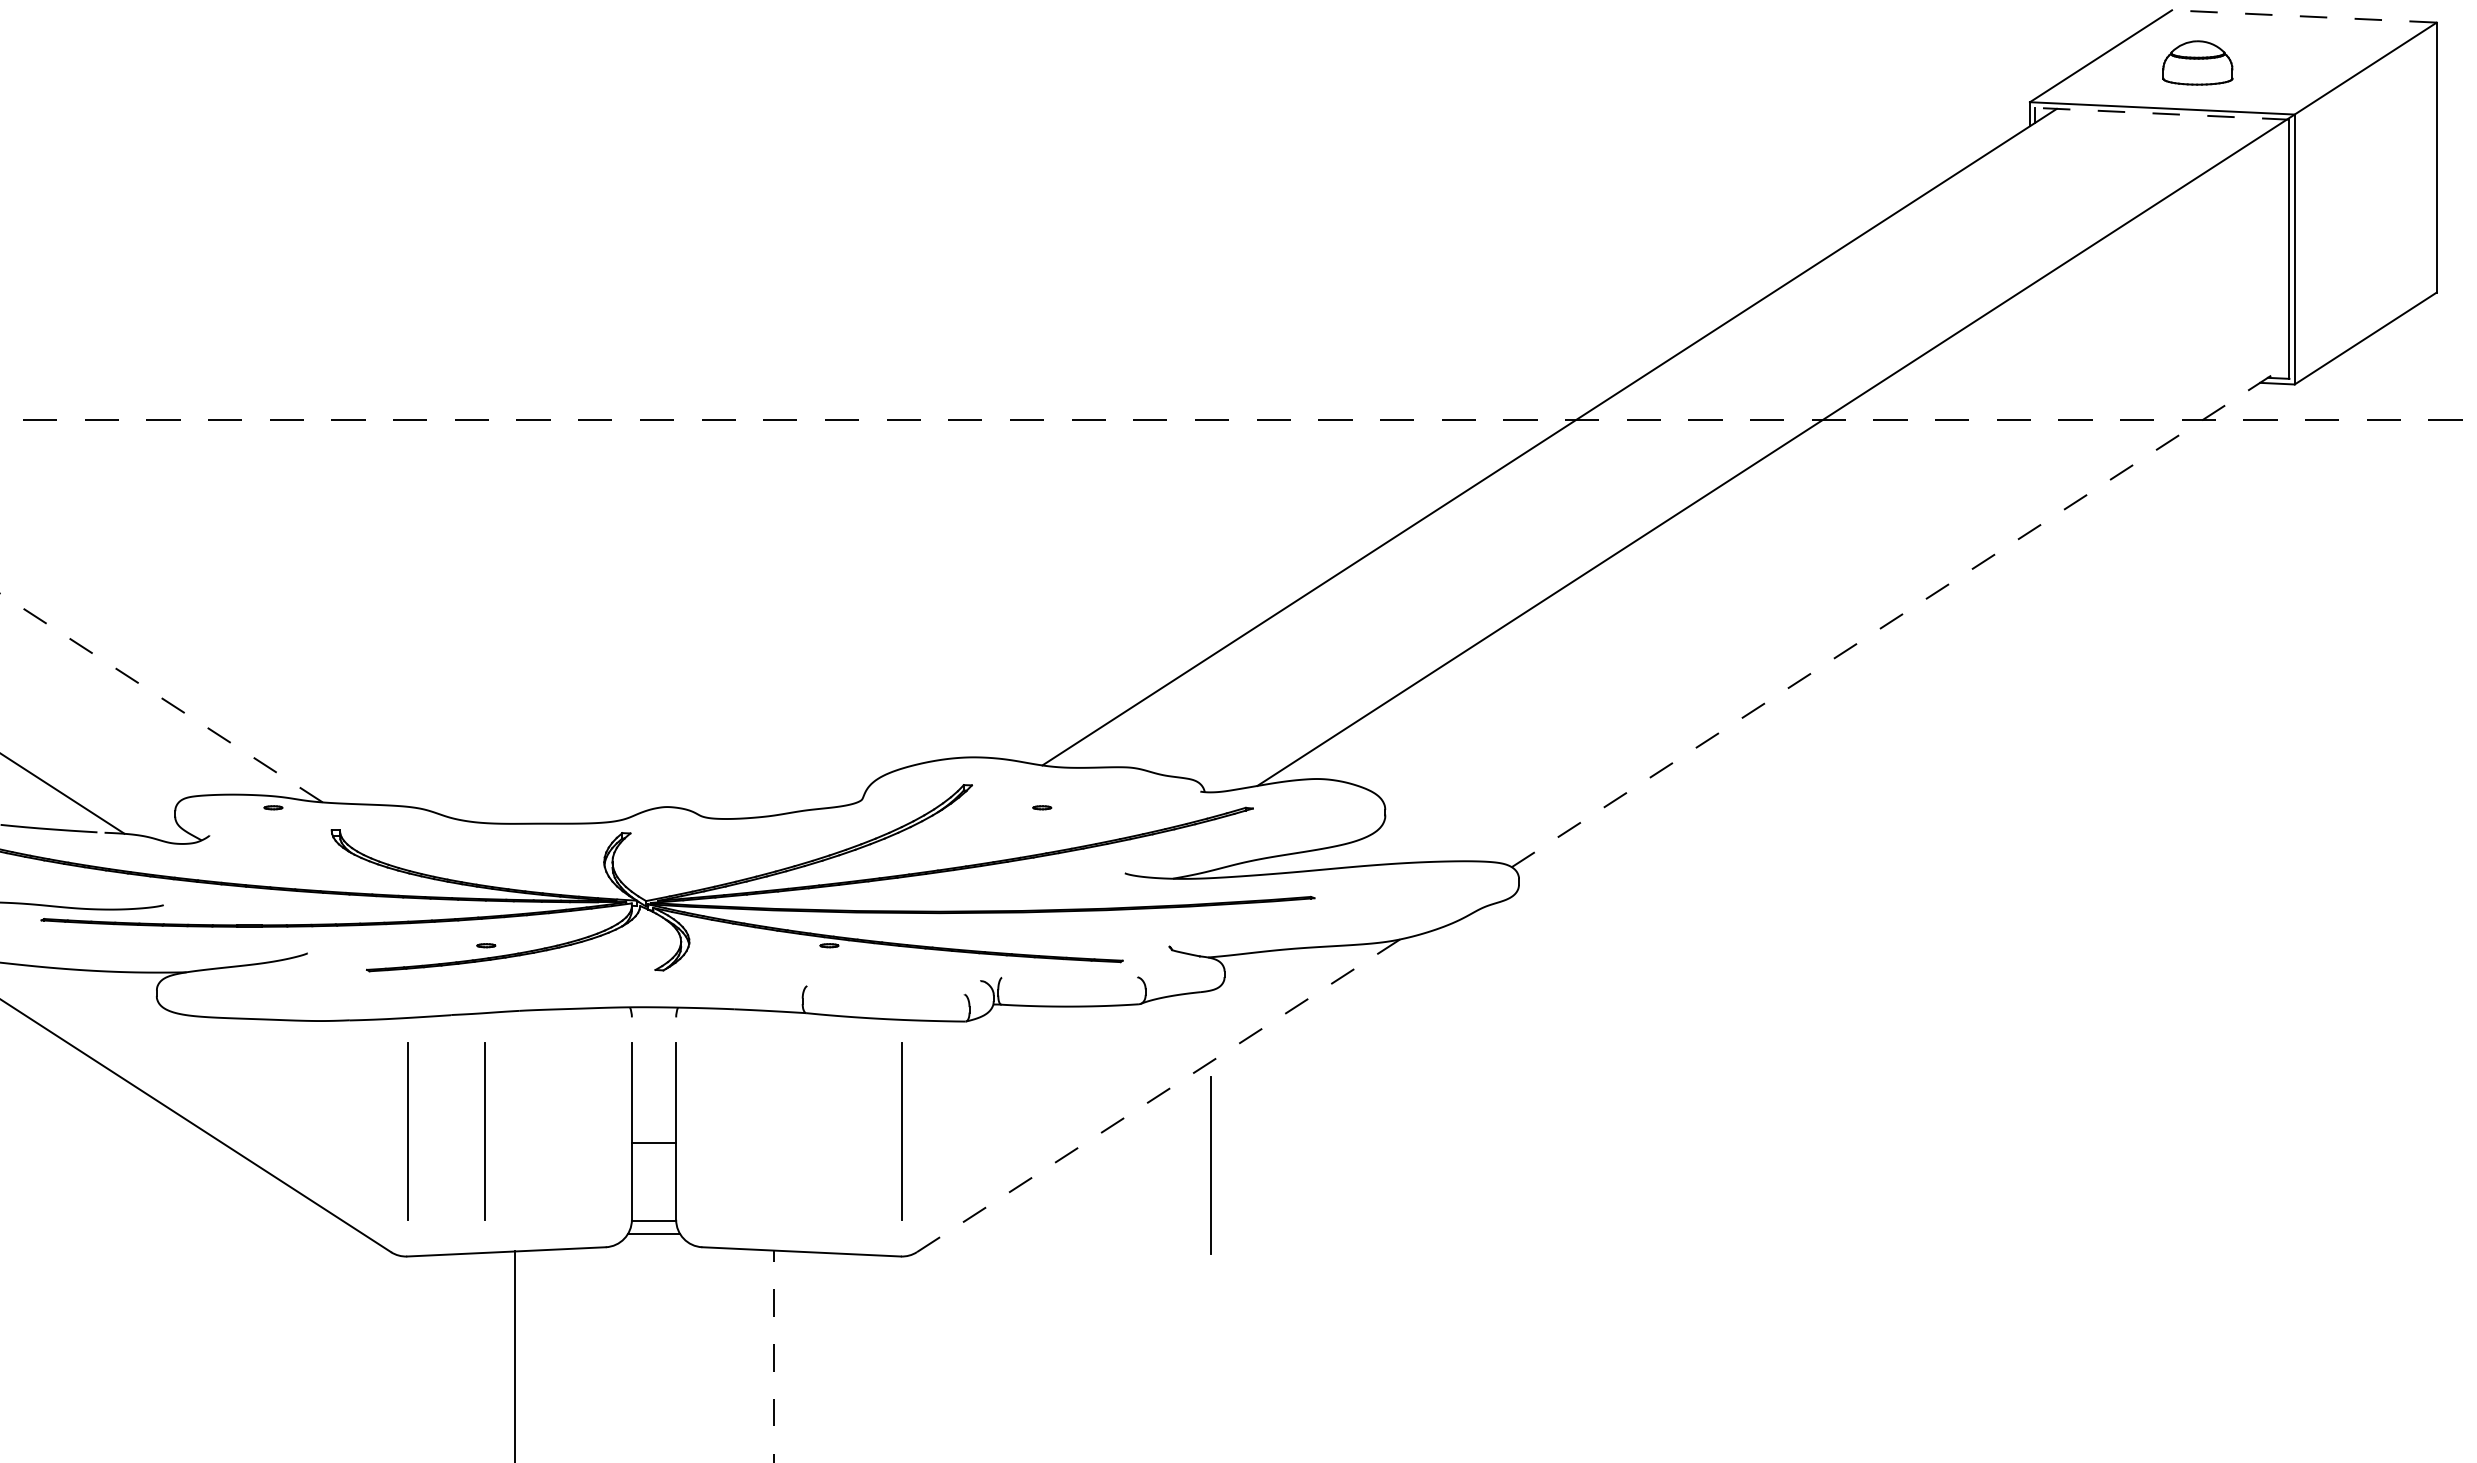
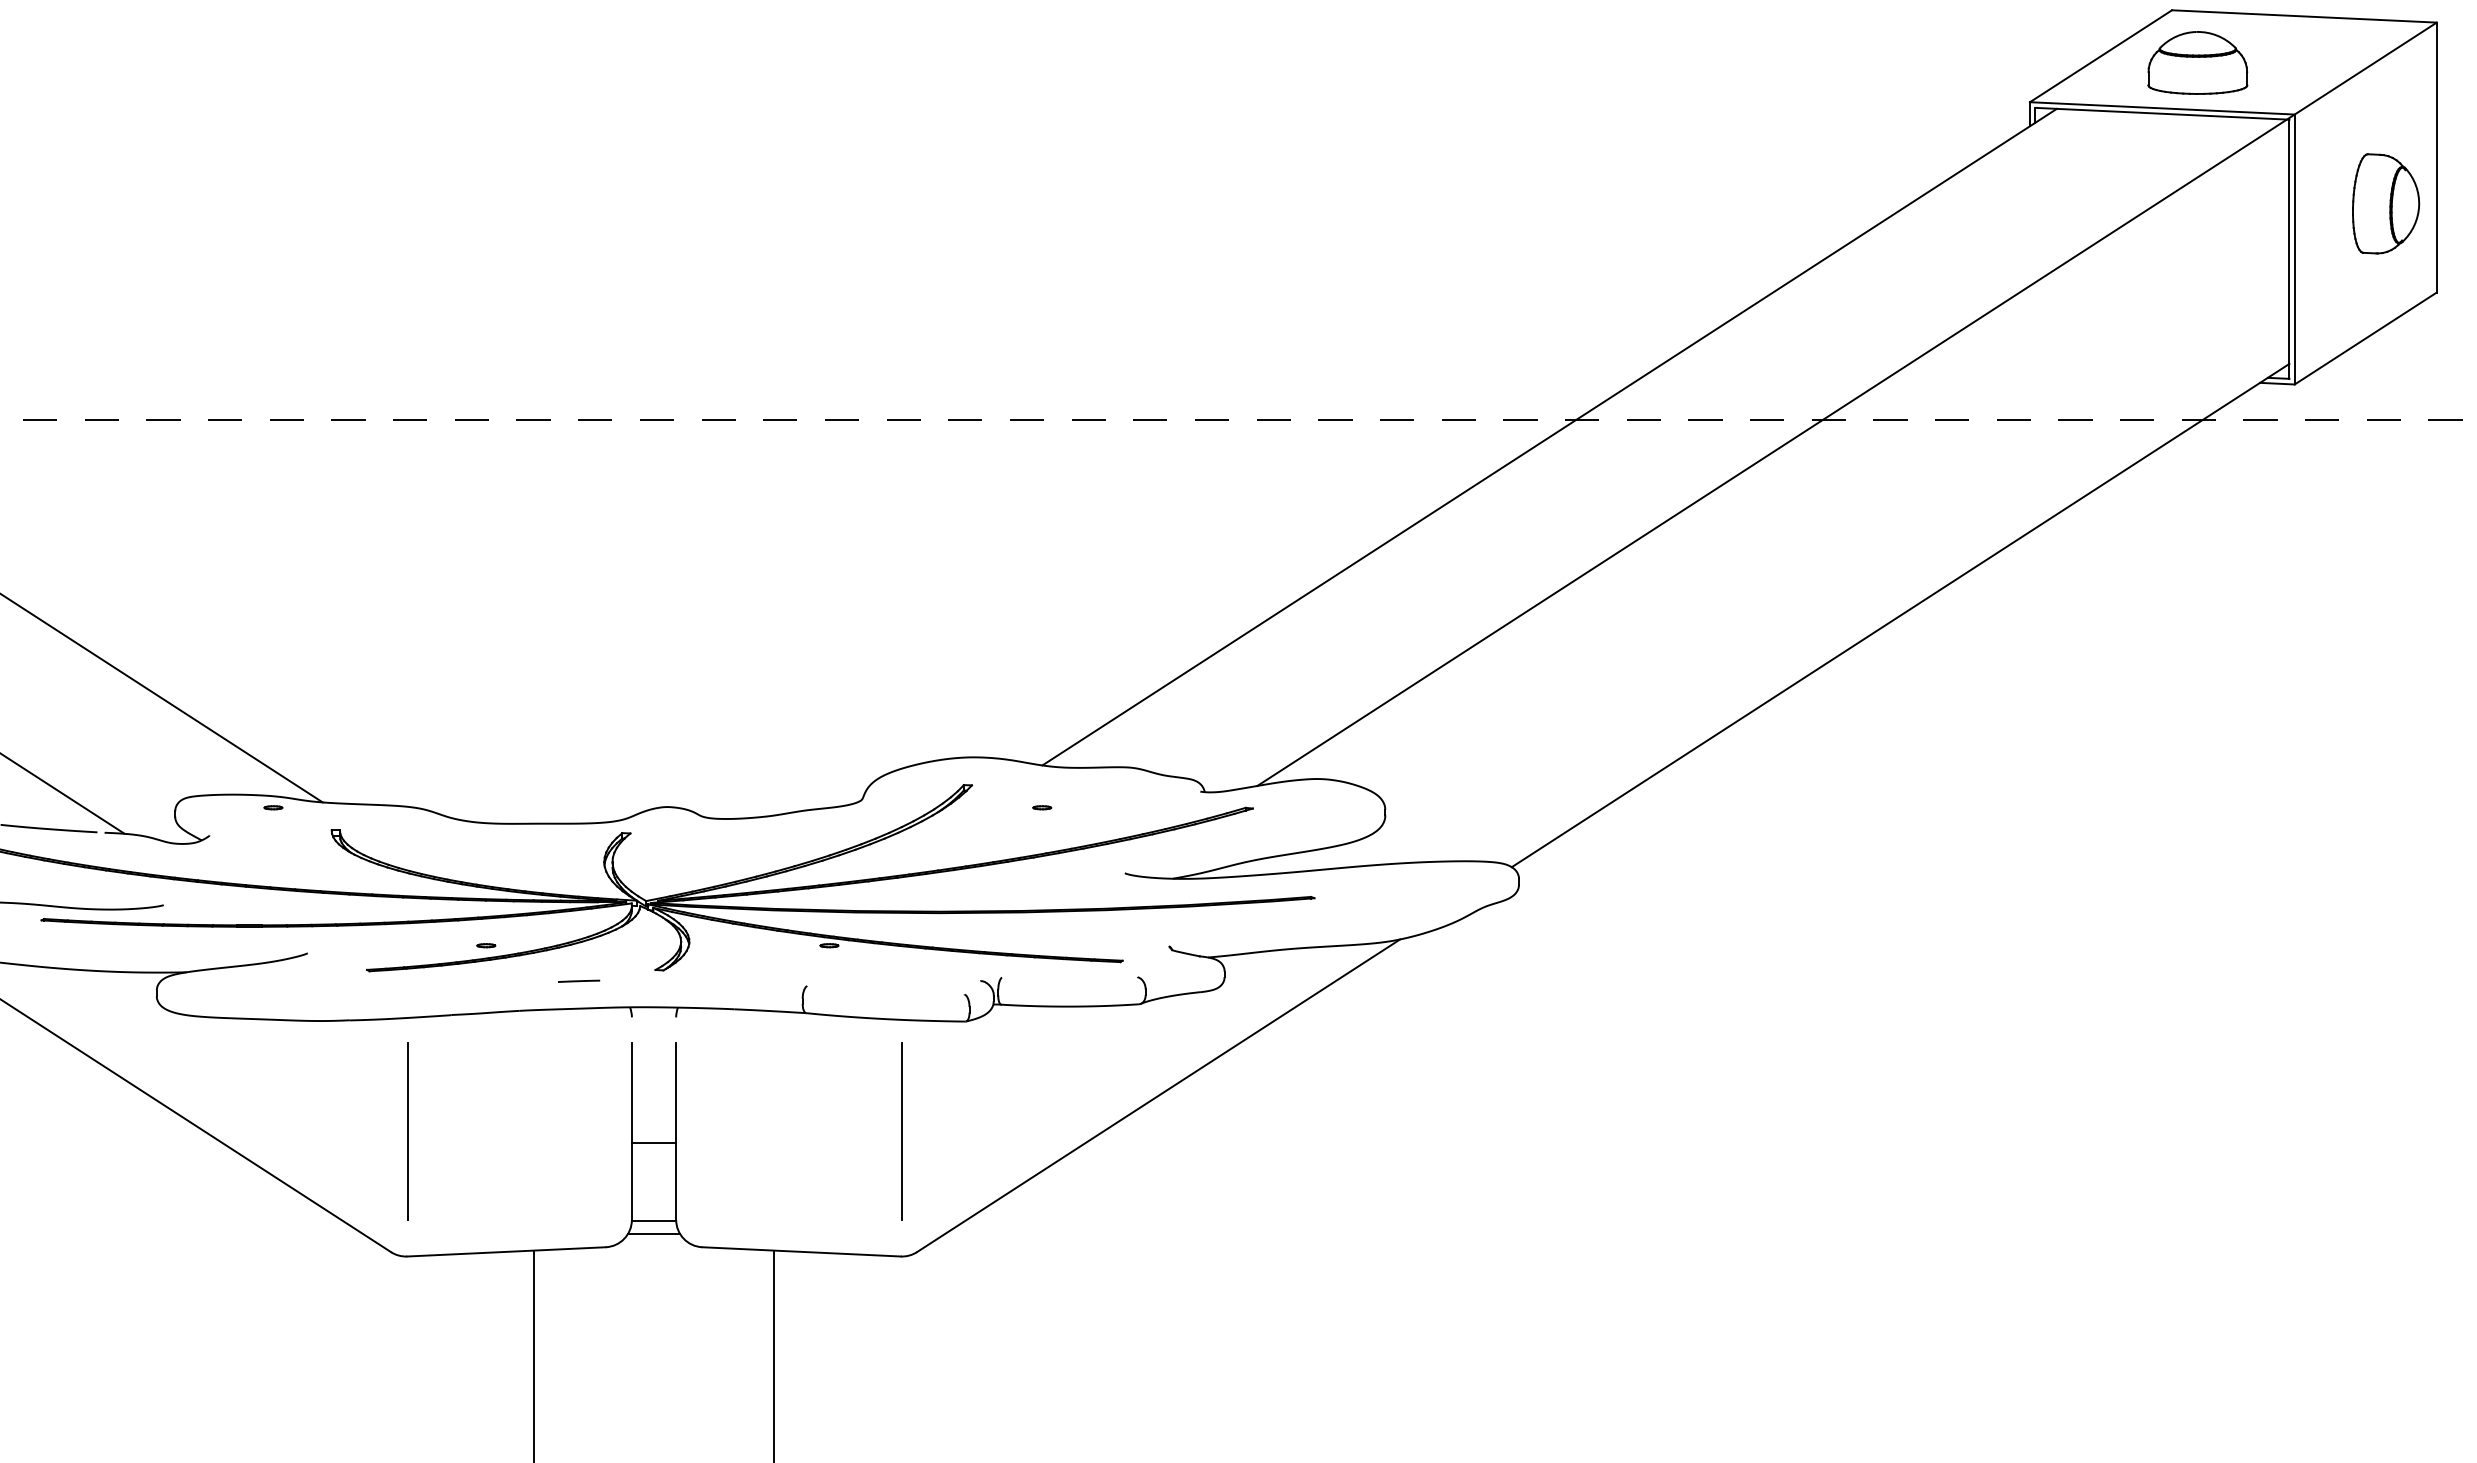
line at (2304, 16): dashed -> solid
part at (2197, 62) size: 72x46 px -> 102x64 px
line at (2161, 113): dashed -> solid
part at (2386, 203): none -> present
line at (1901, 615): dashed -> solid
line at (161, 698): dashed -> solid
line at (579, 980): none -> present
line at (1158, 1095): dashed -> solid
line at (484, 1131): present -> none
line at (1210, 1165): present -> none
line at (514, 1354) position: (514, 1354) -> (533, 1354)
line at (774, 1356): dashed -> solid
